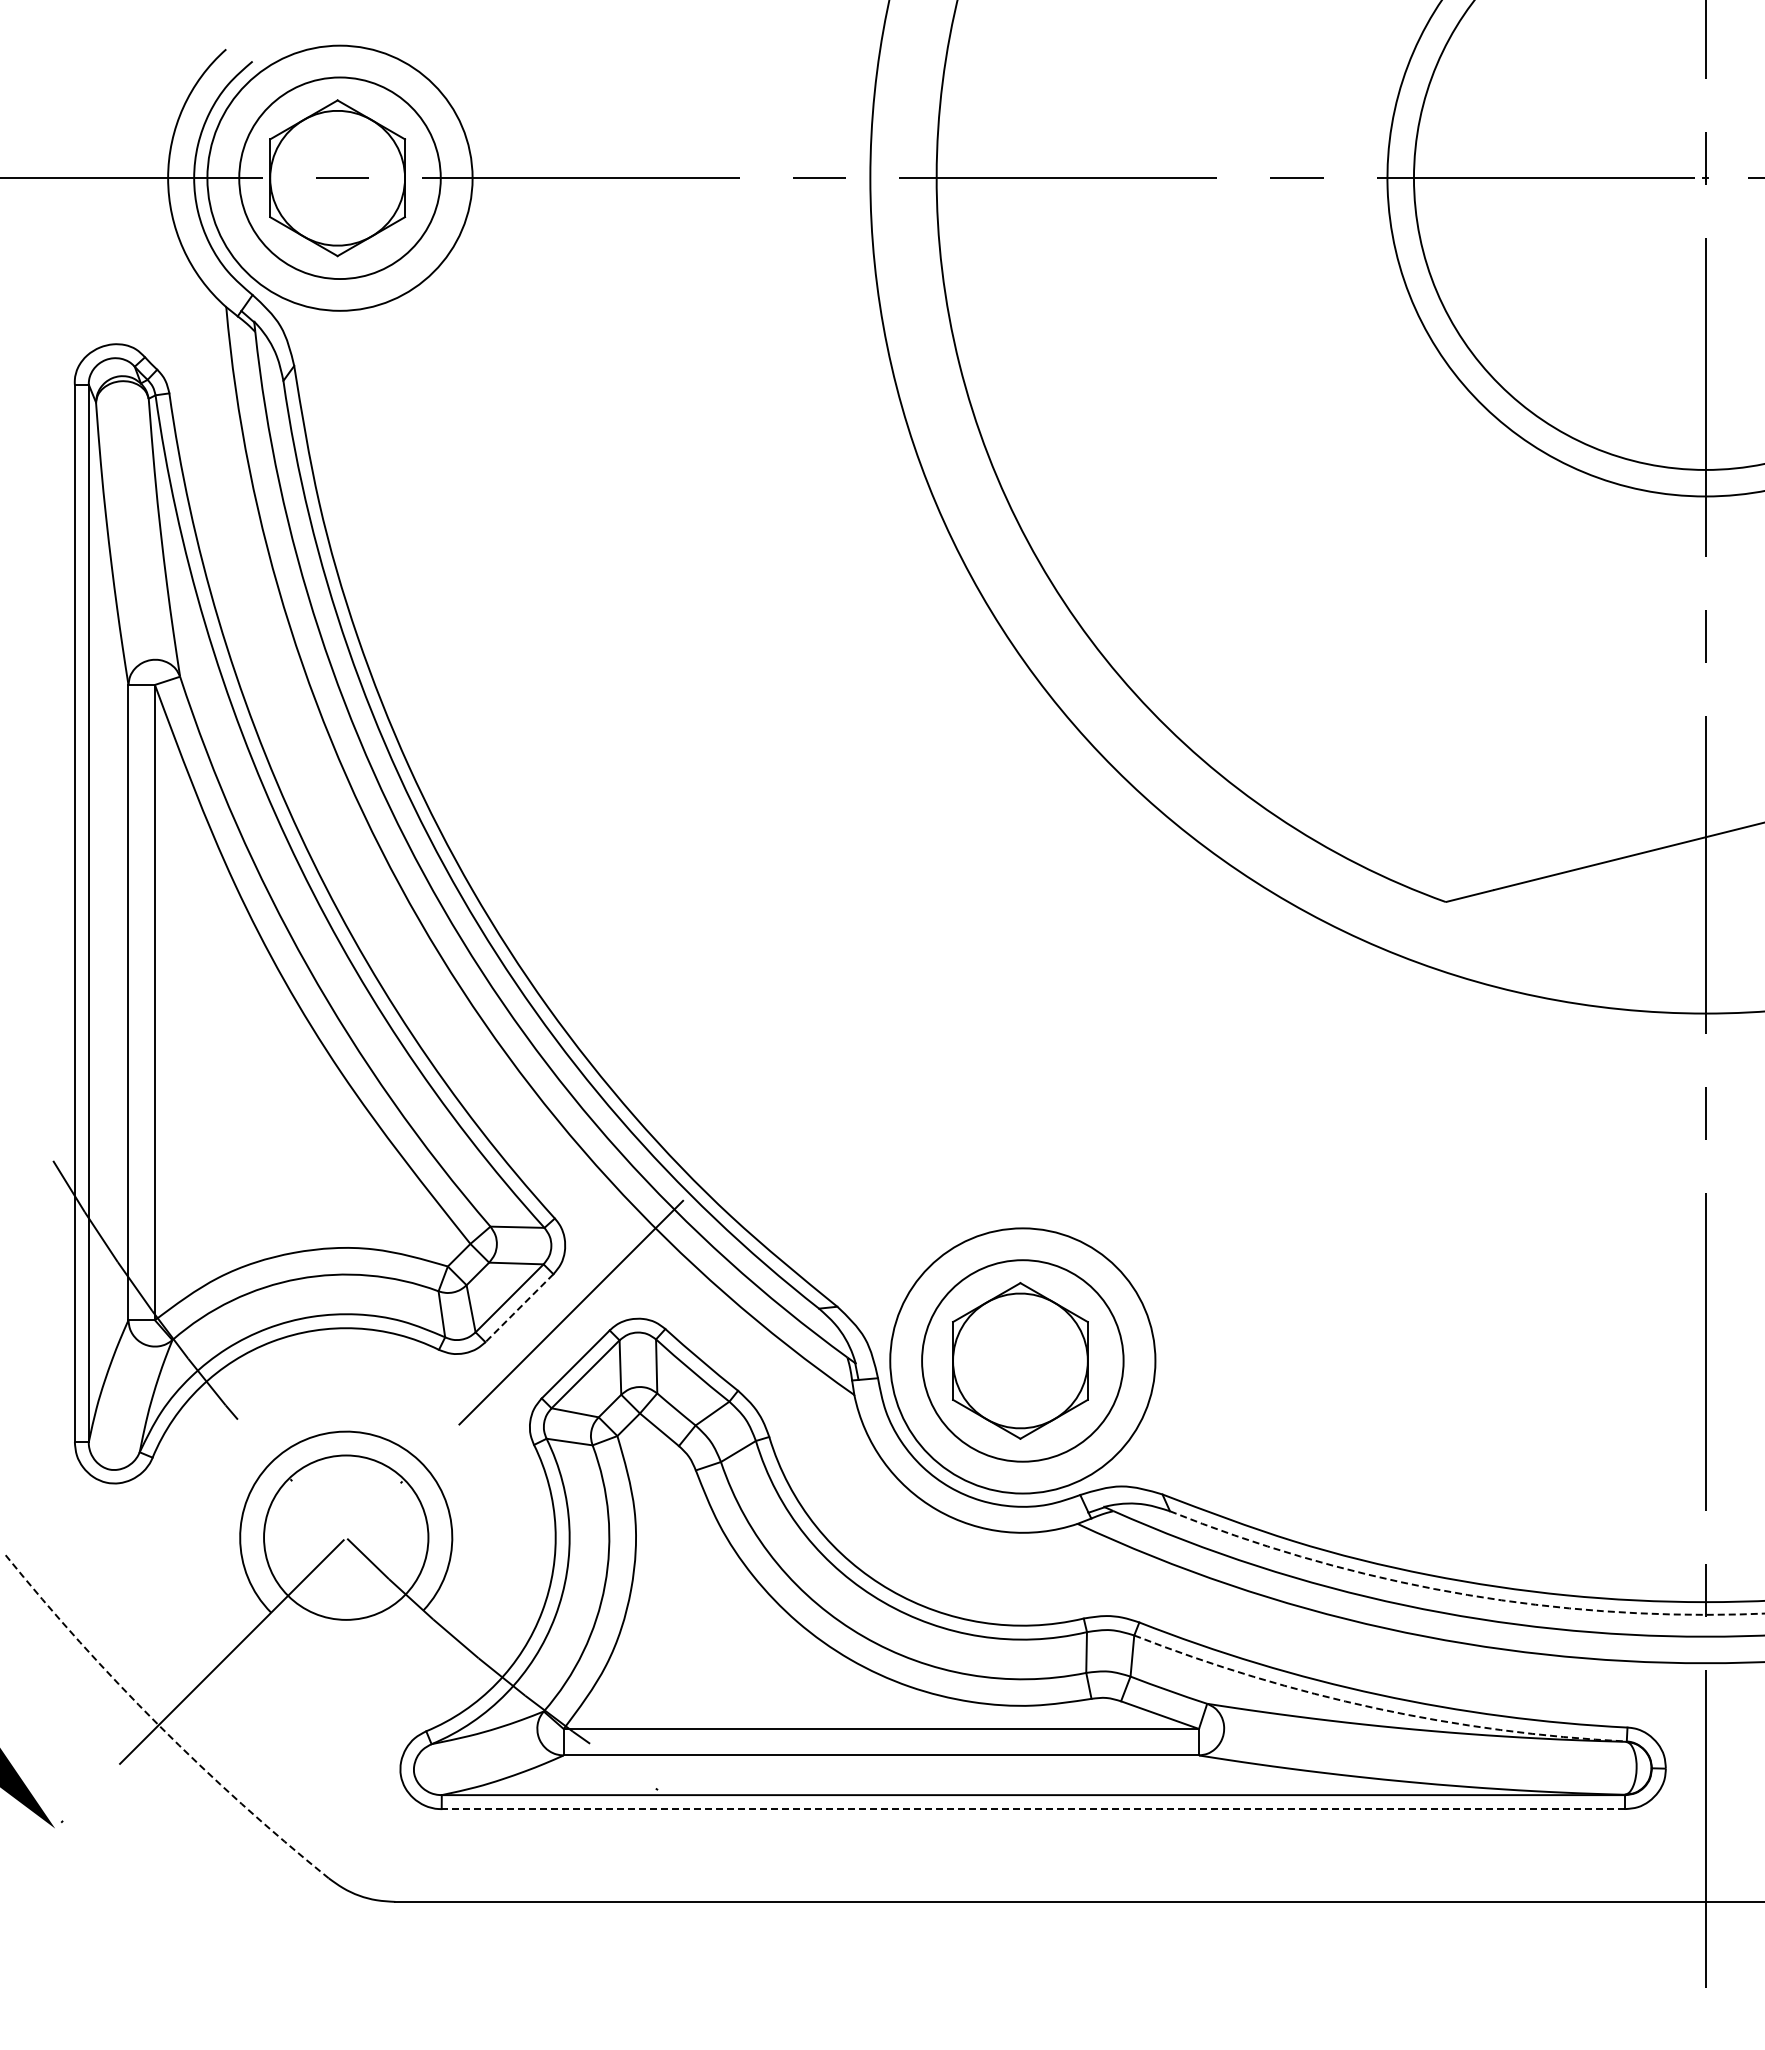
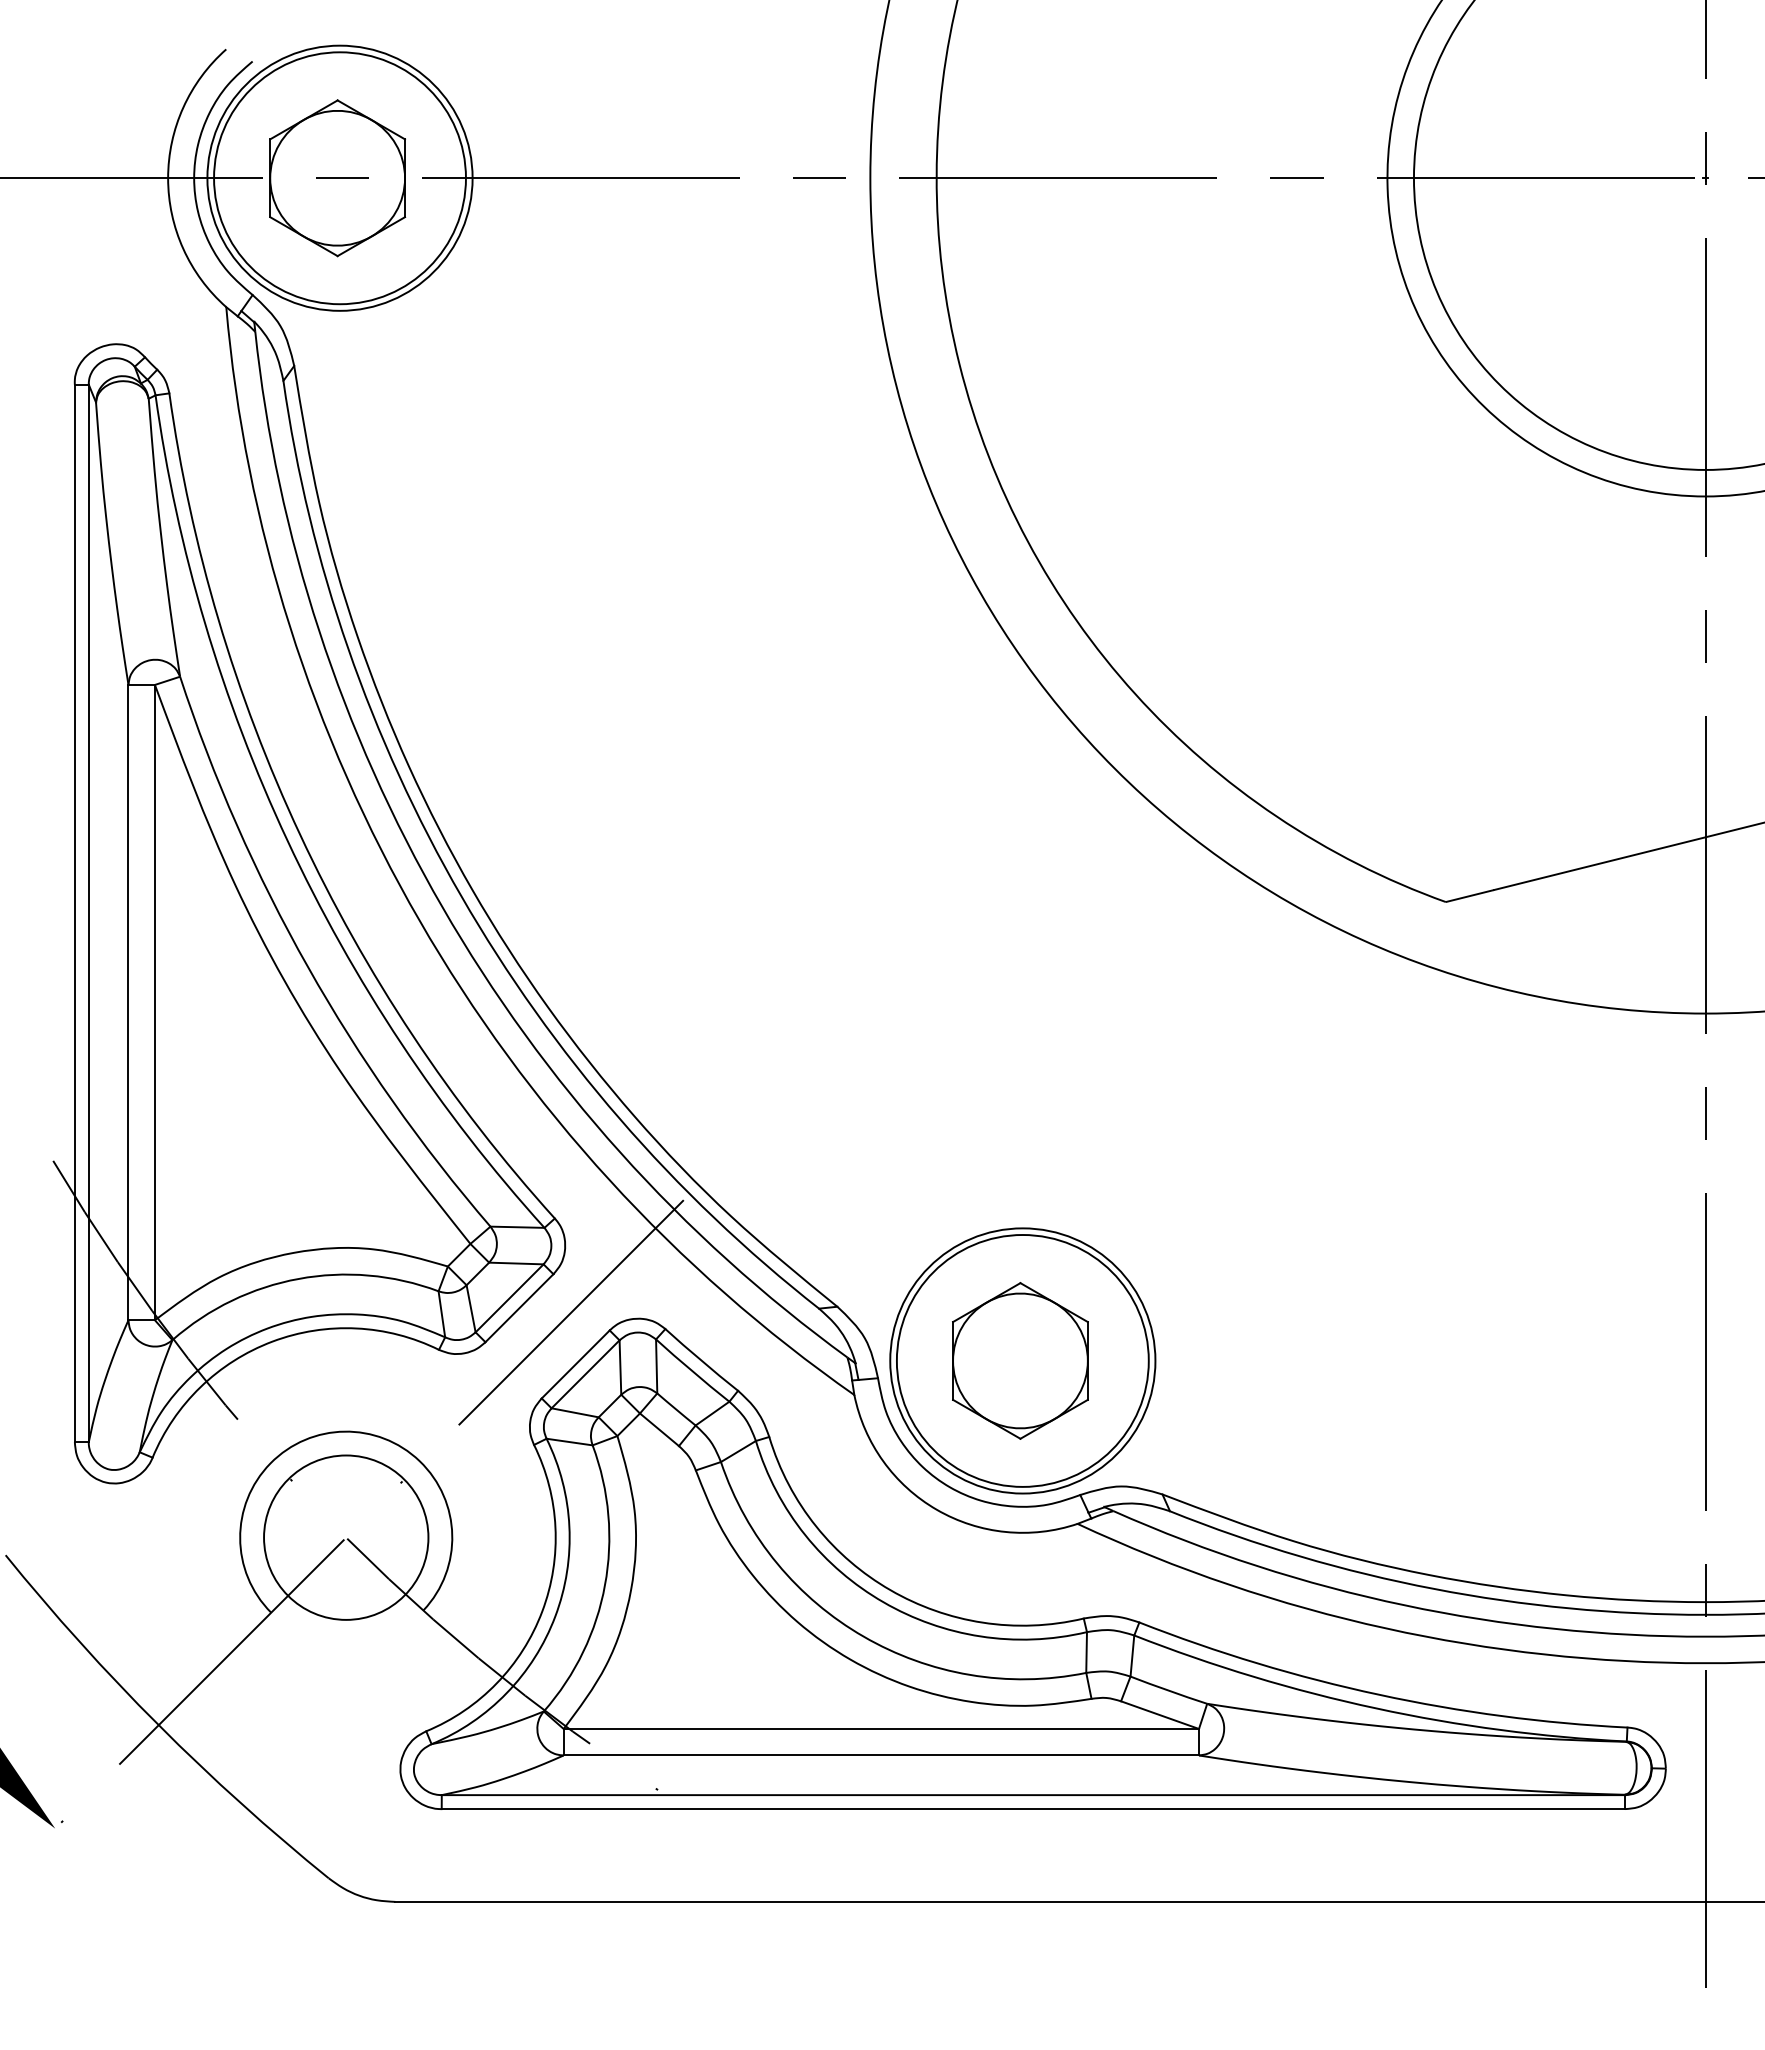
circle at (339, 178) diameter: 202 px -> 252 px
line at (519, 1308): dashed -> solid
circle at (1022, 1360) diameter: 202 px -> 252 px
arc at (1463, 1594): dashed -> solid
arc at (1376, 1708): dashed -> solid
arc at (158, 1725): dashed -> solid
line at (1033, 1809): dashed -> solid
